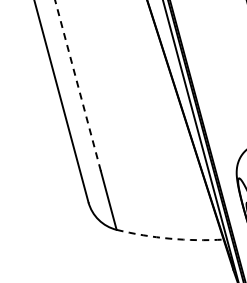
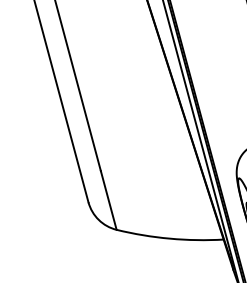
line at (77, 85): dashed -> solid
arc at (169, 238): dashed -> solid
